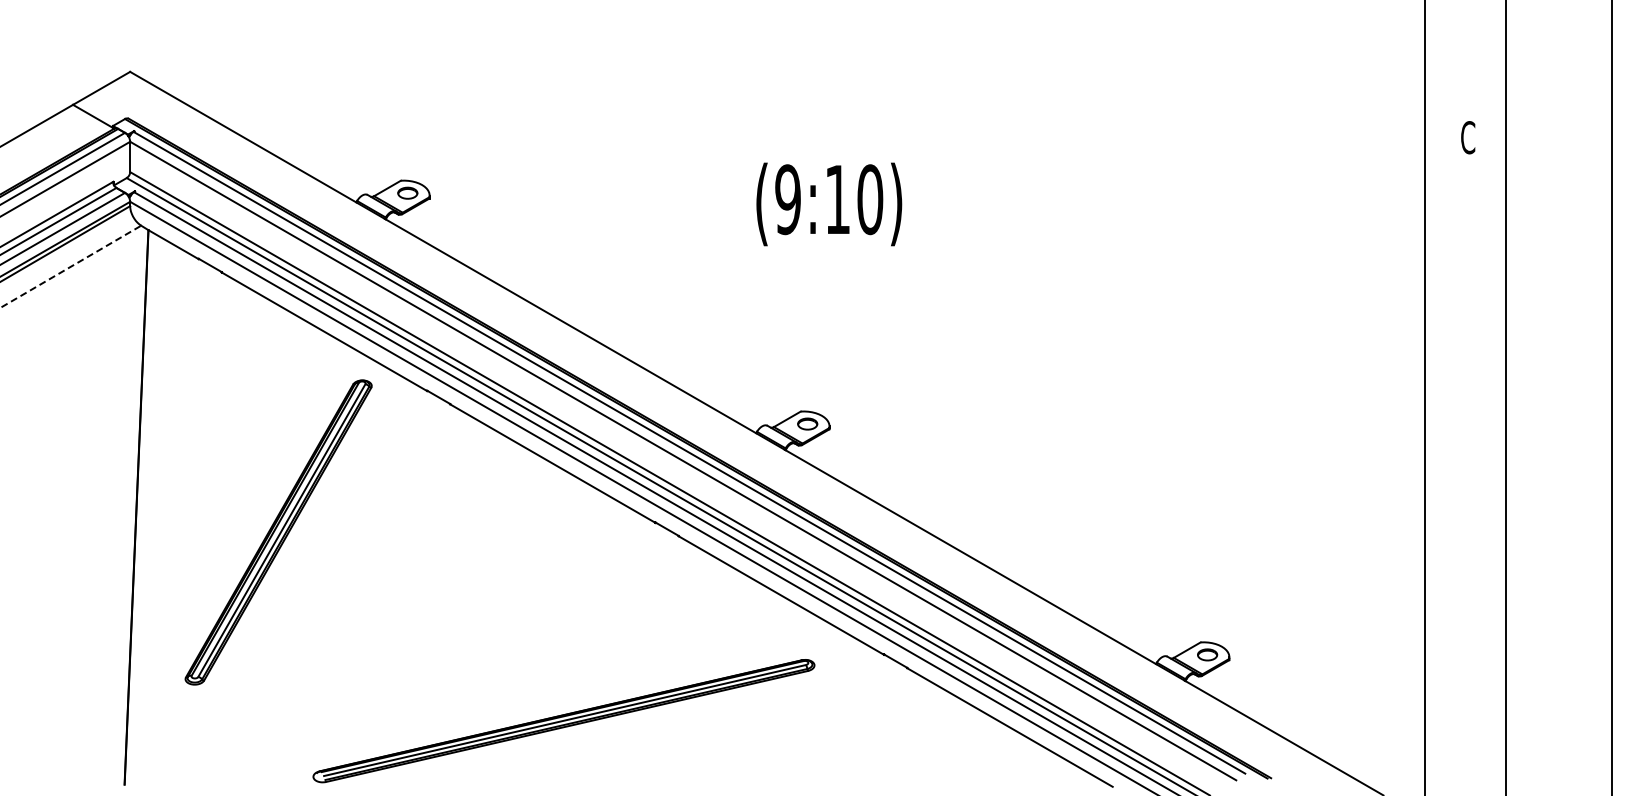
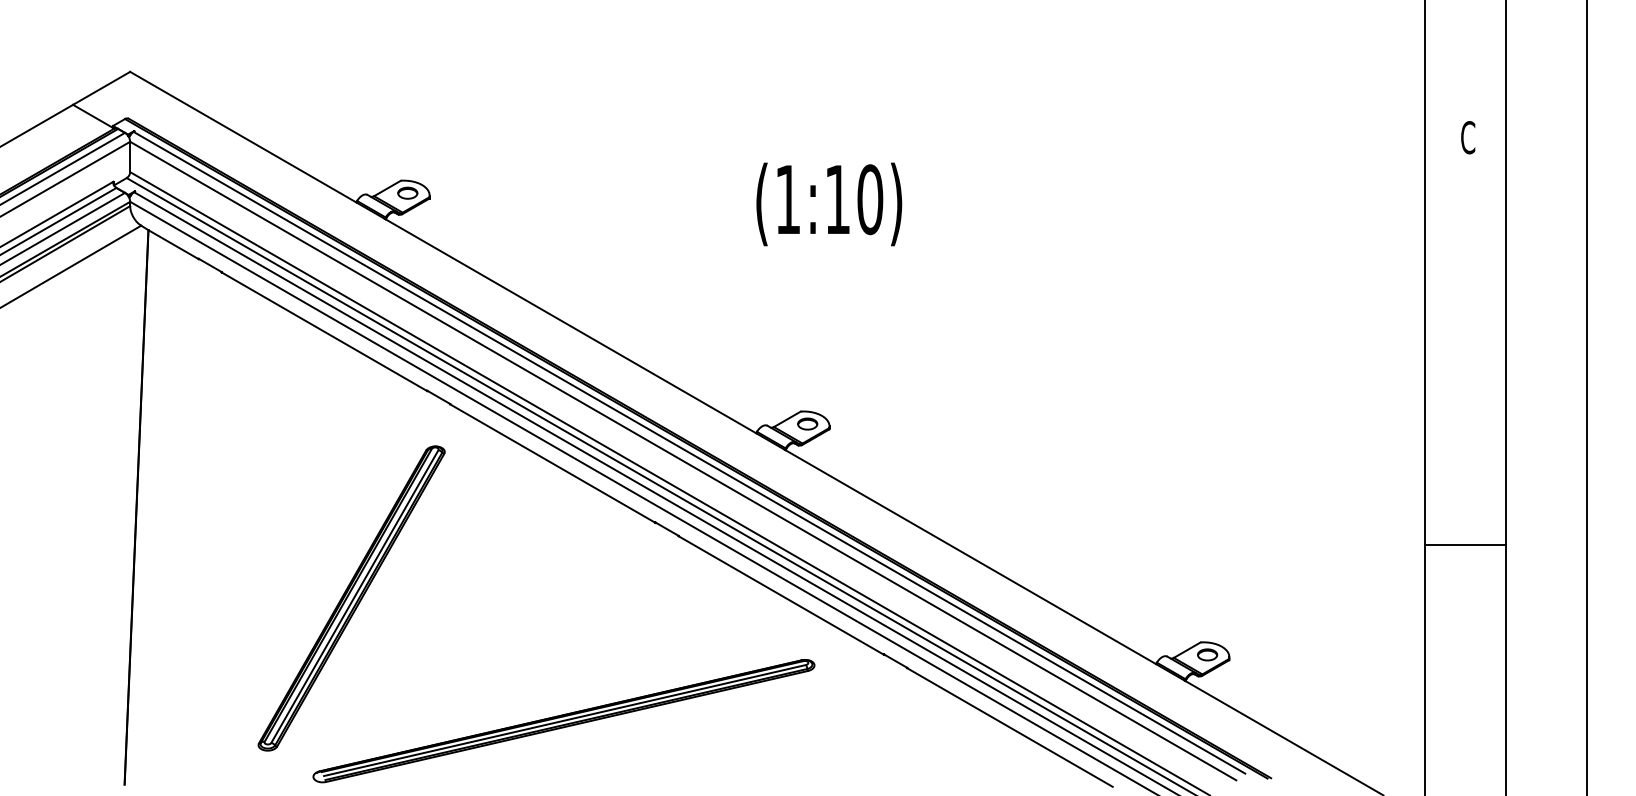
text at (787, 199): (9:10) -> (1:10)
line at (71, 266): dashed -> solid
line at (1611, 397) position: (1611, 397) -> (1586, 397)
part at (278, 532) position: (278, 532) -> (351, 598)
line at (1465, 545): none -> present
